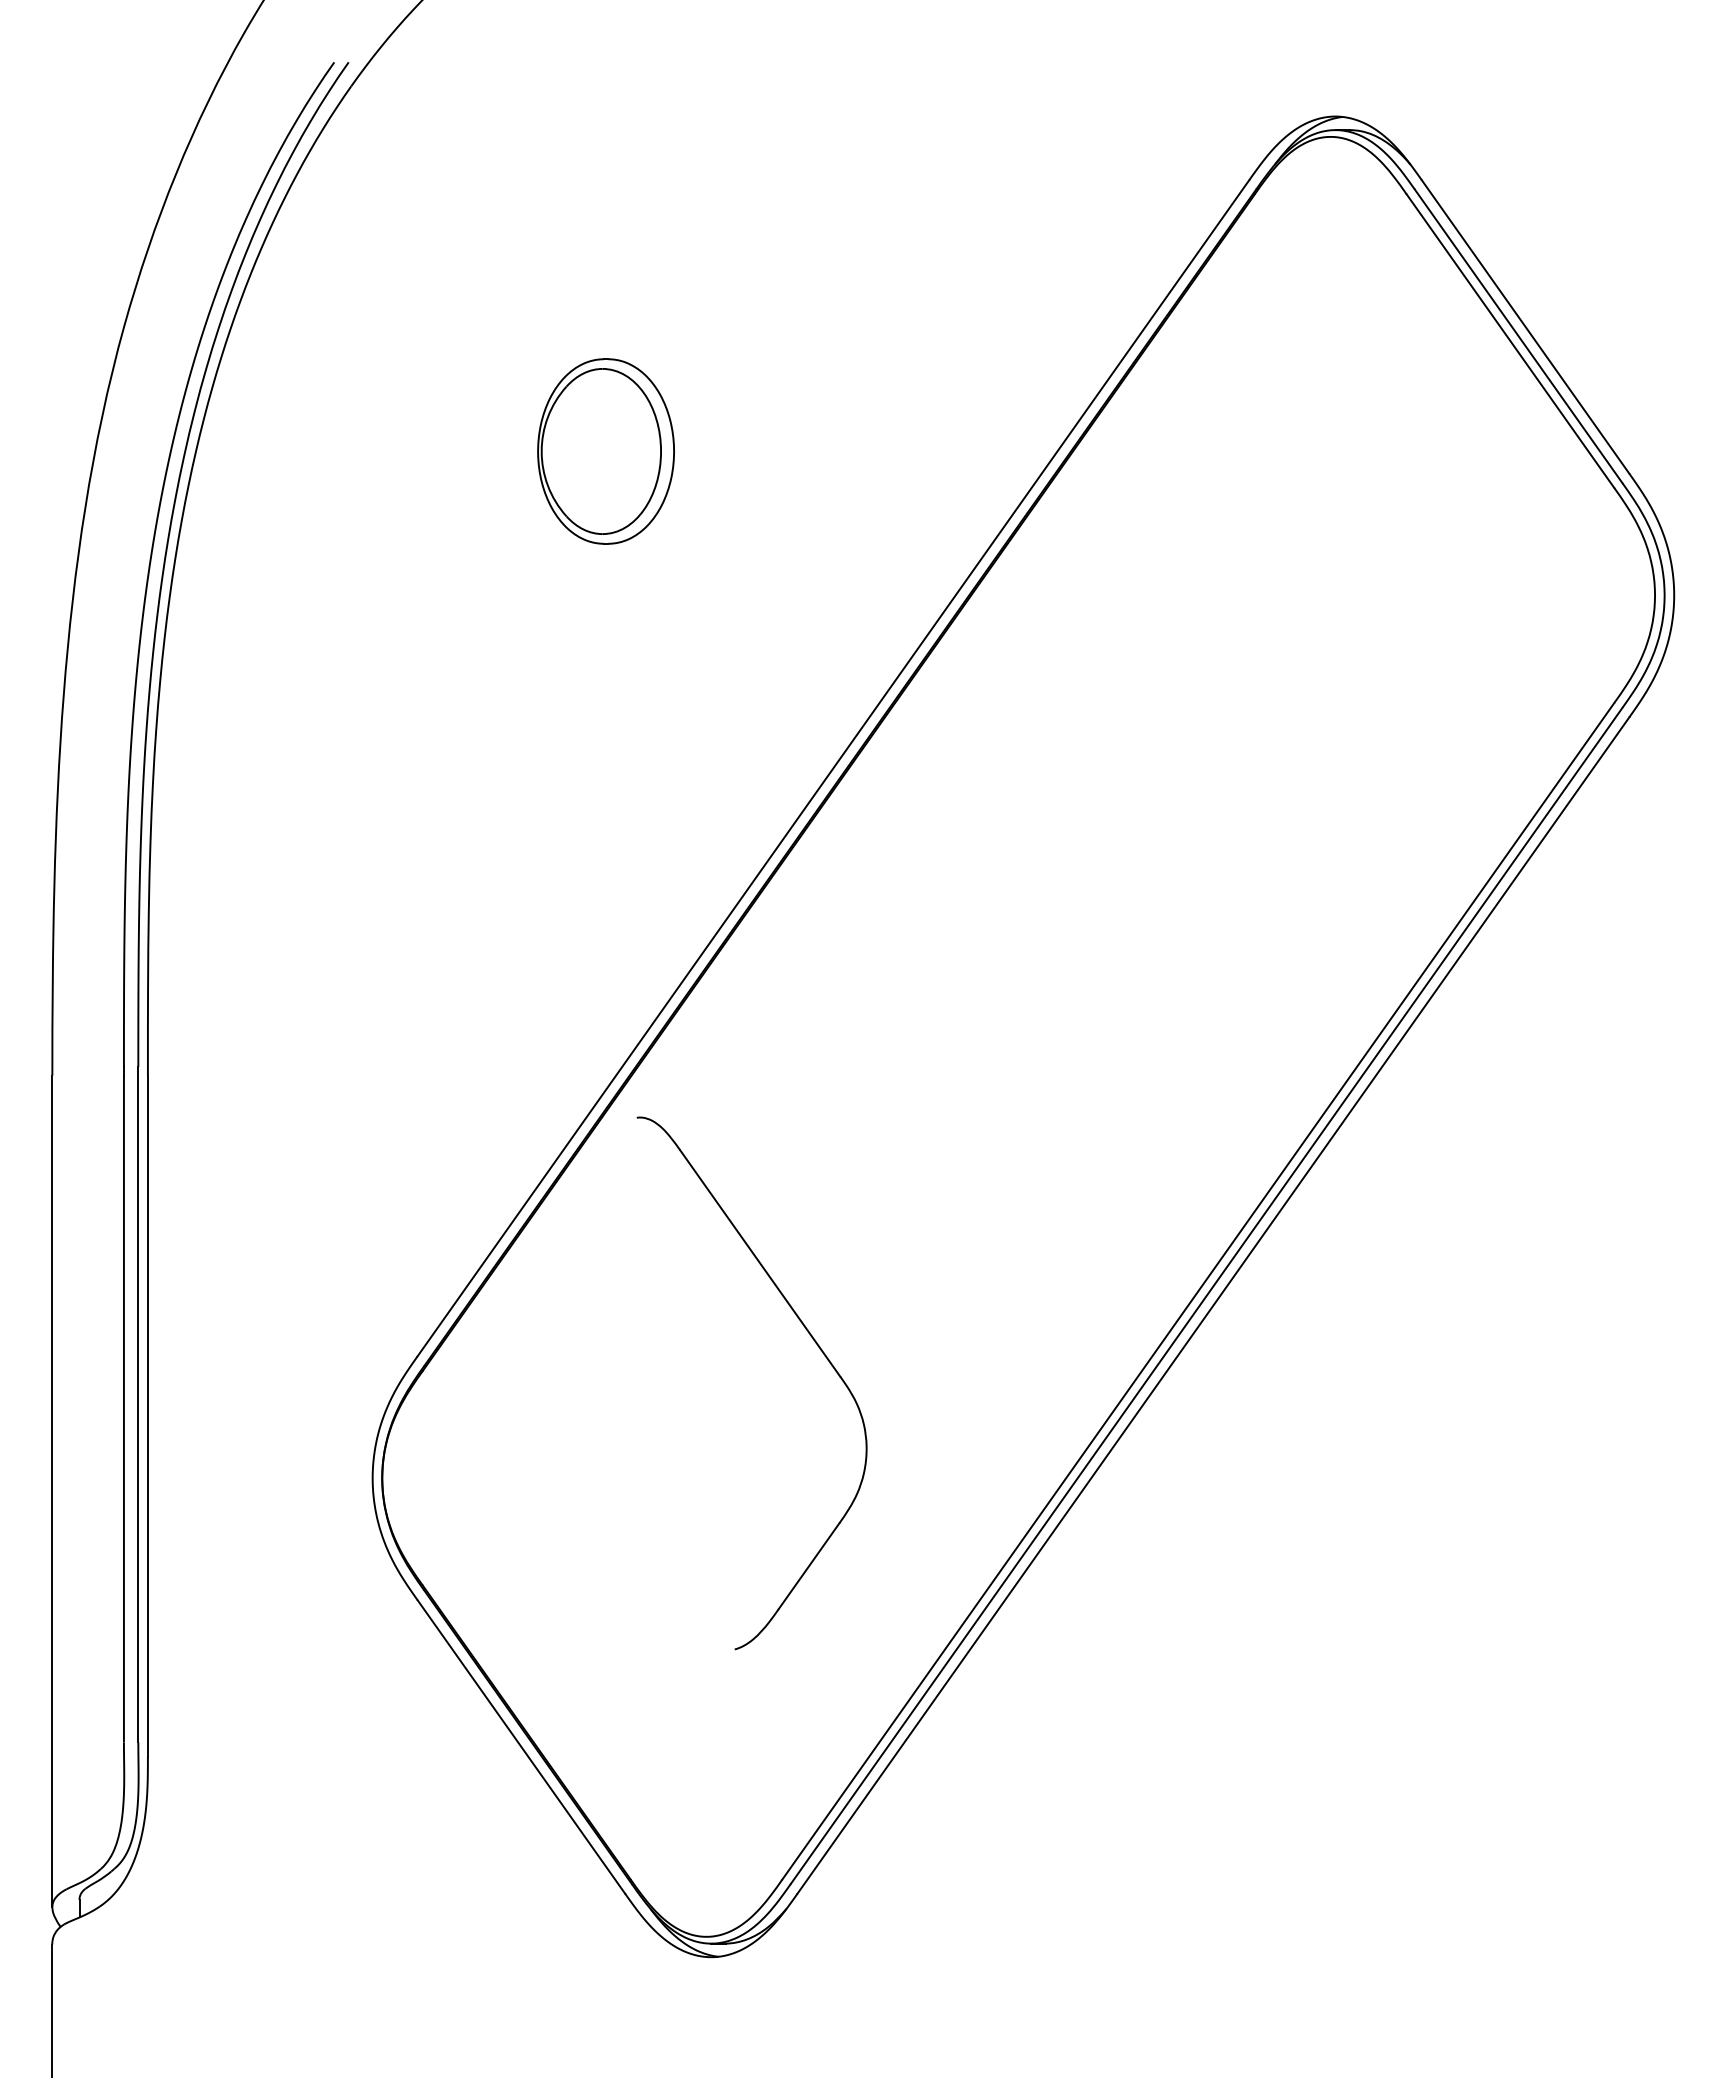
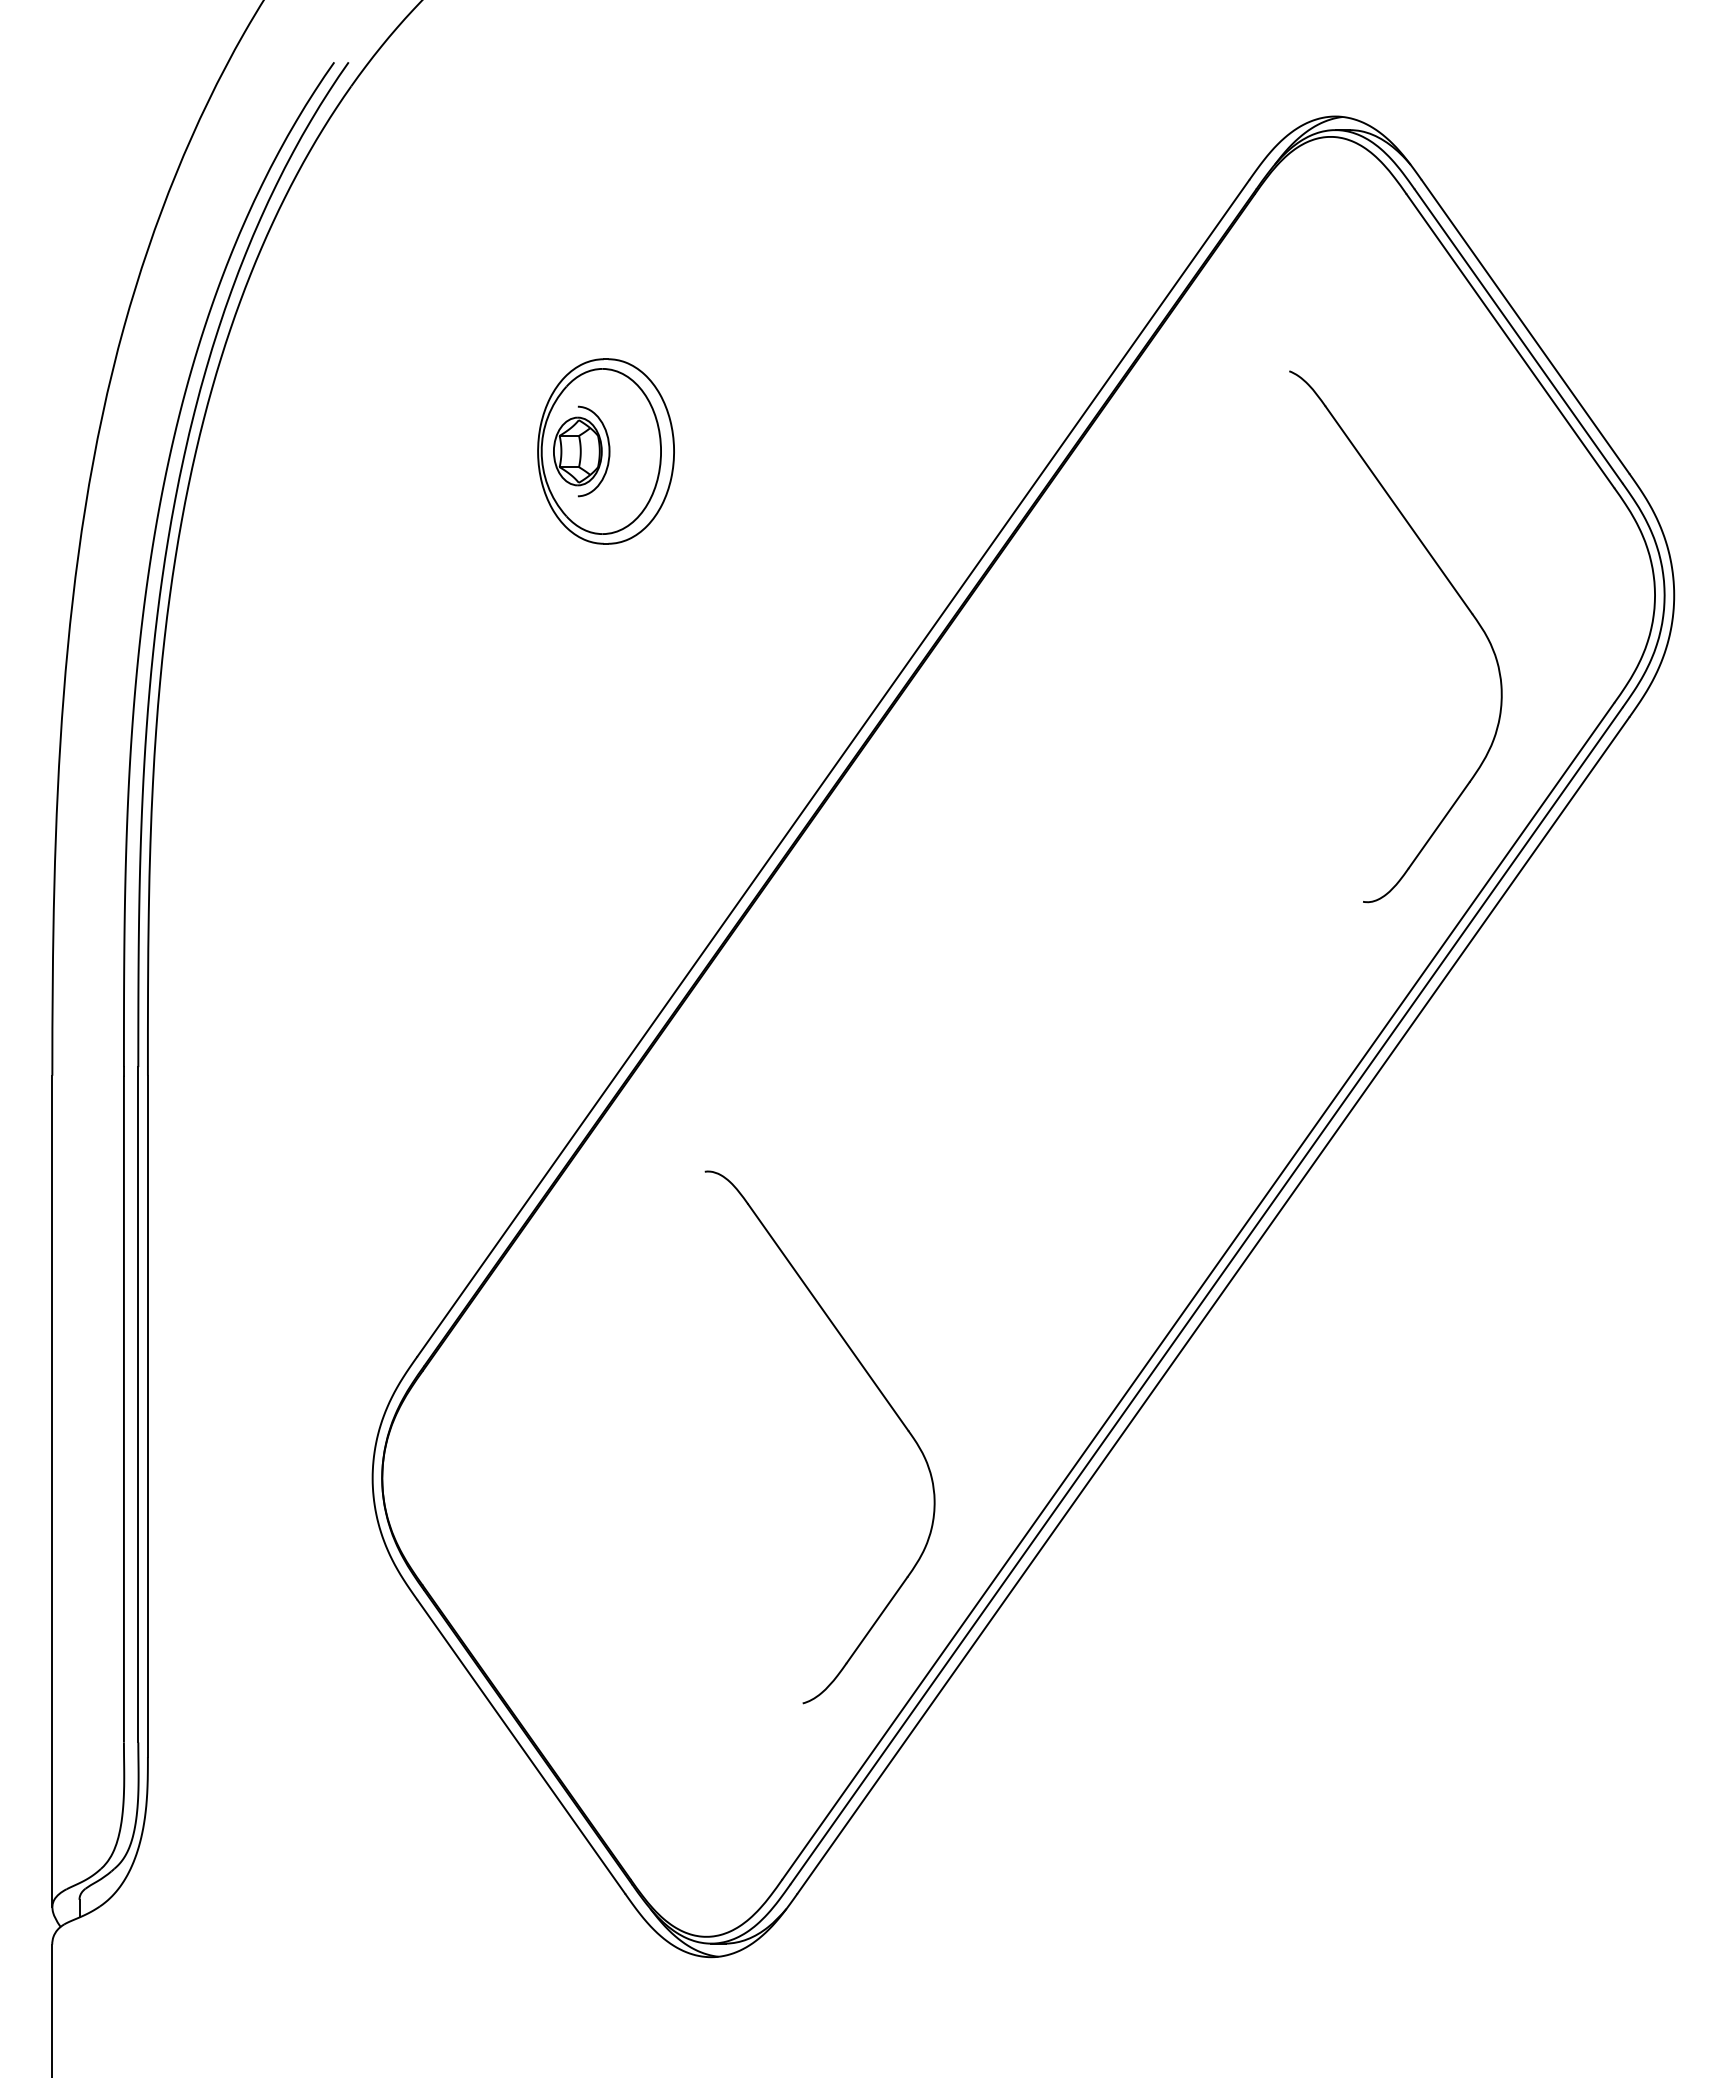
part at (581, 451): none -> present
part at (1458, 596): none -> present
part at (812, 1339) position: (812, 1339) -> (880, 1393)
